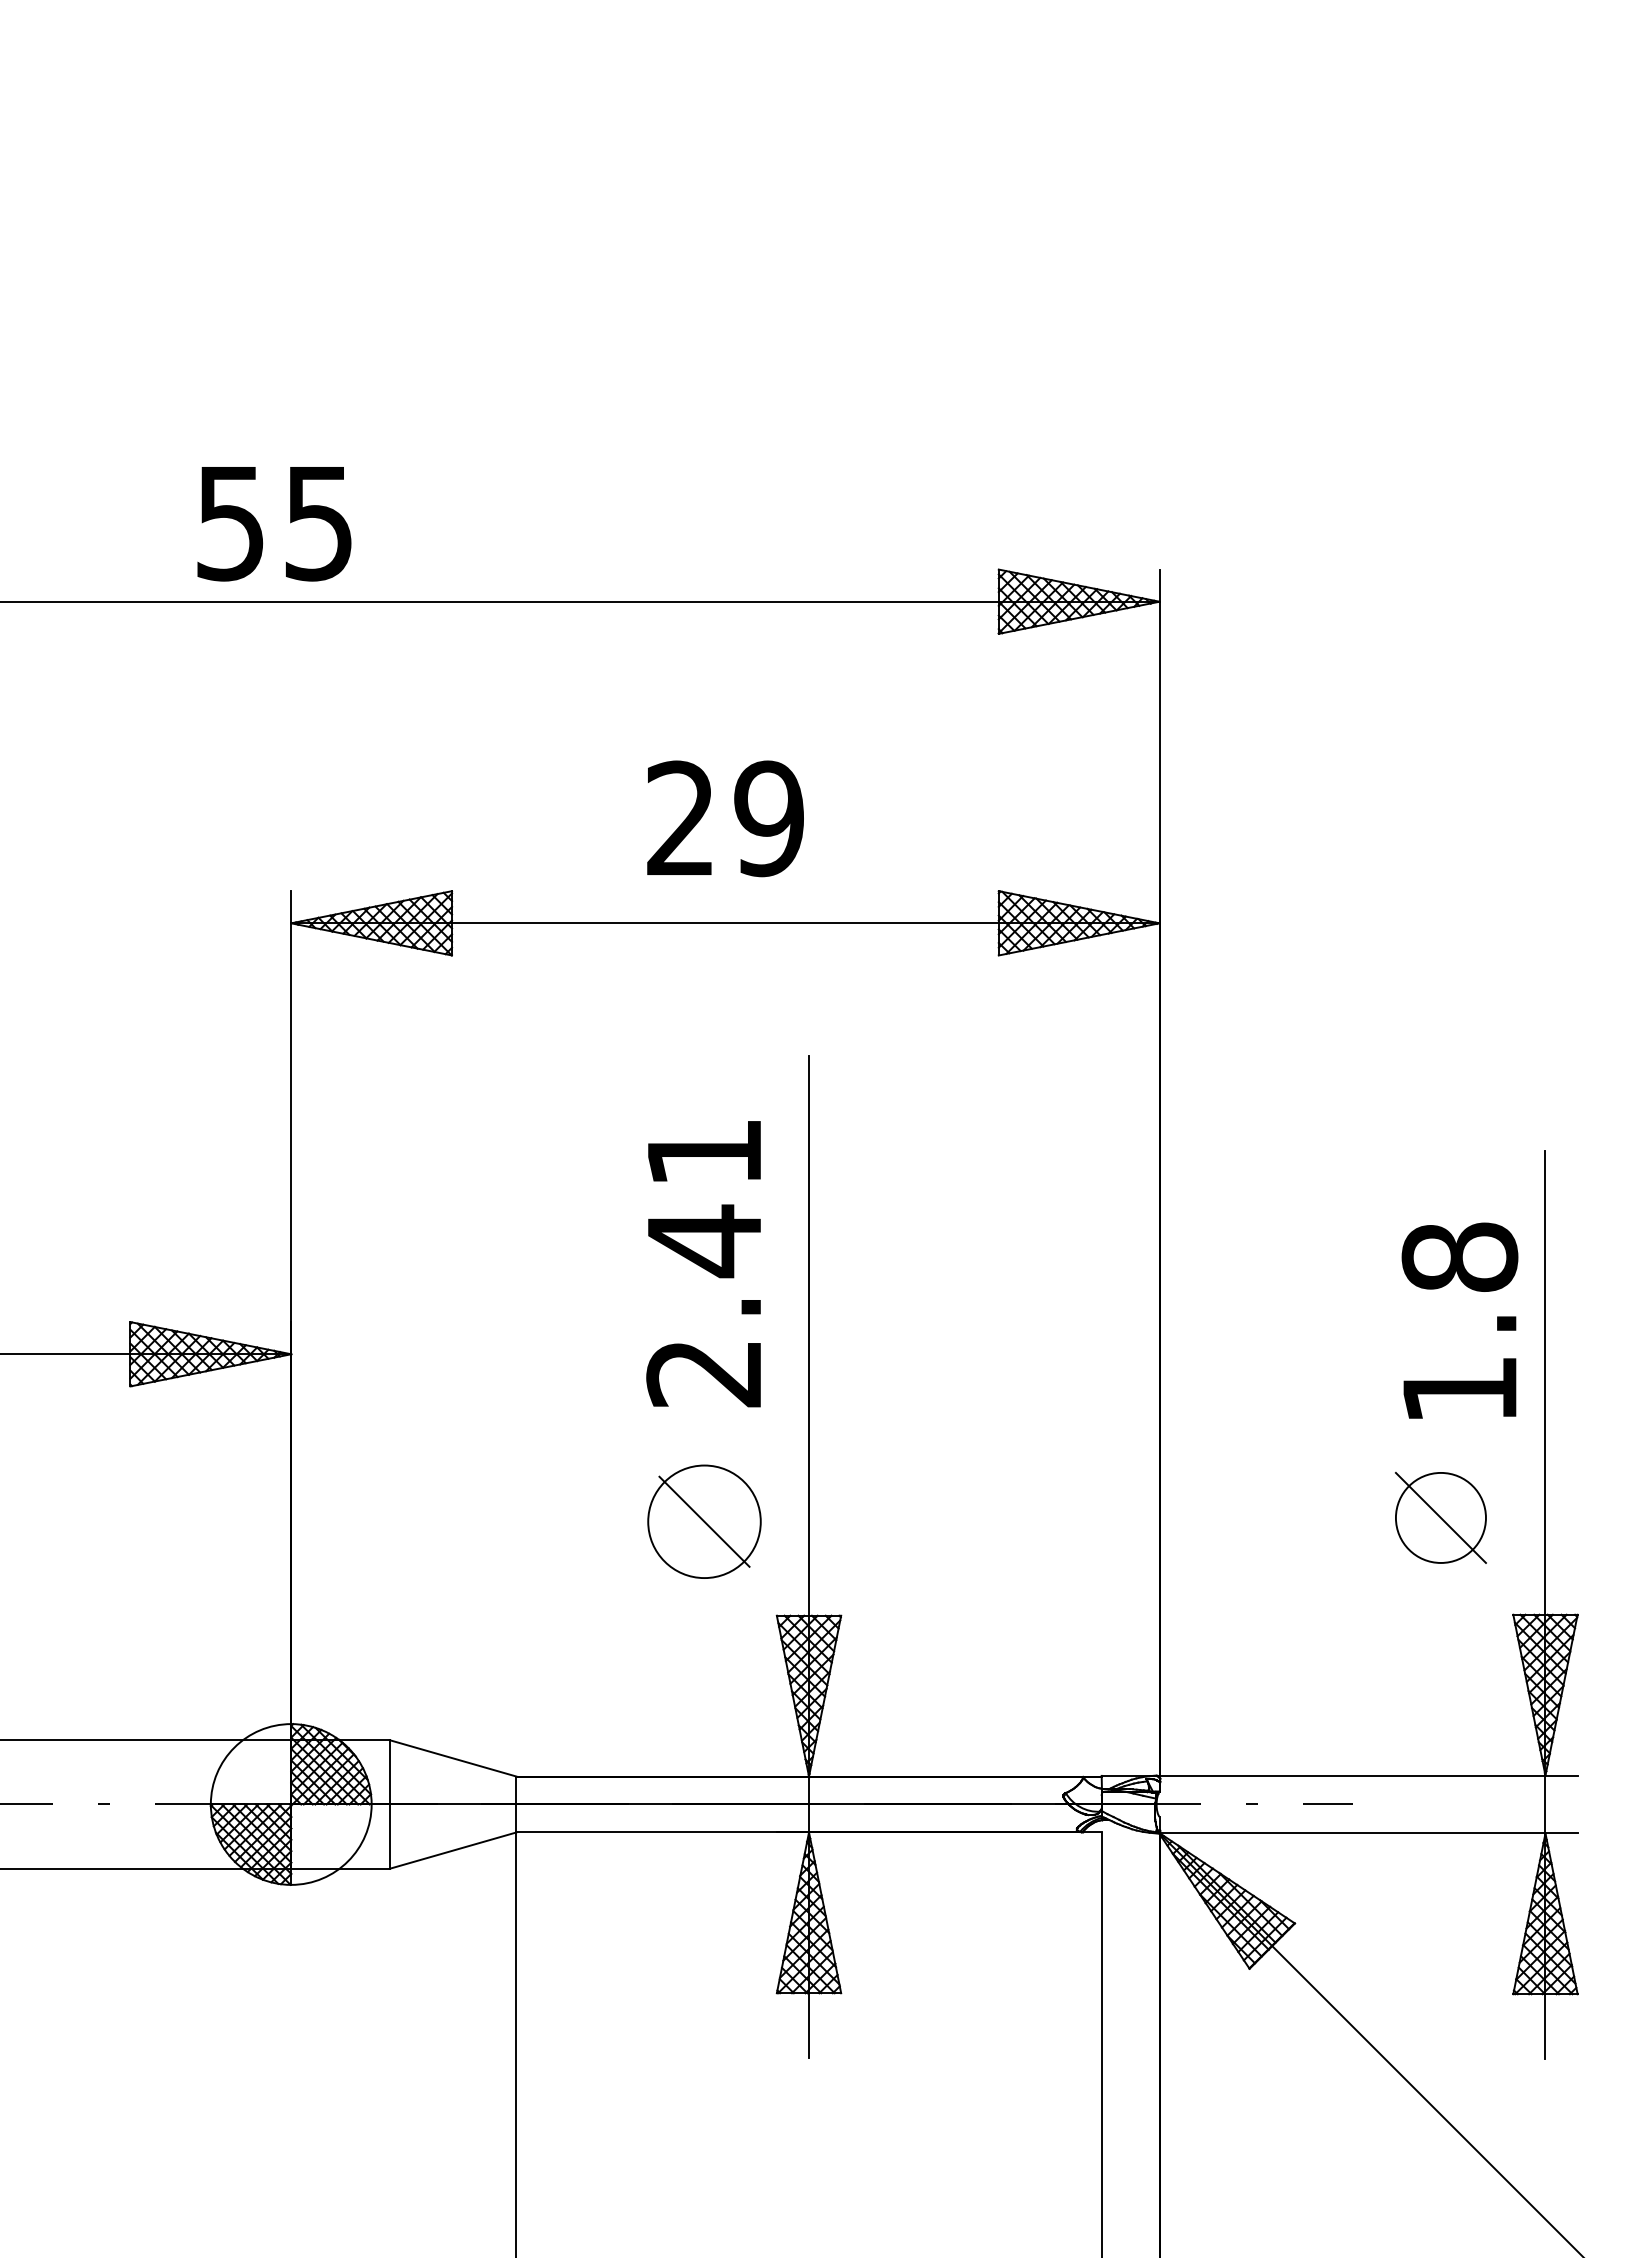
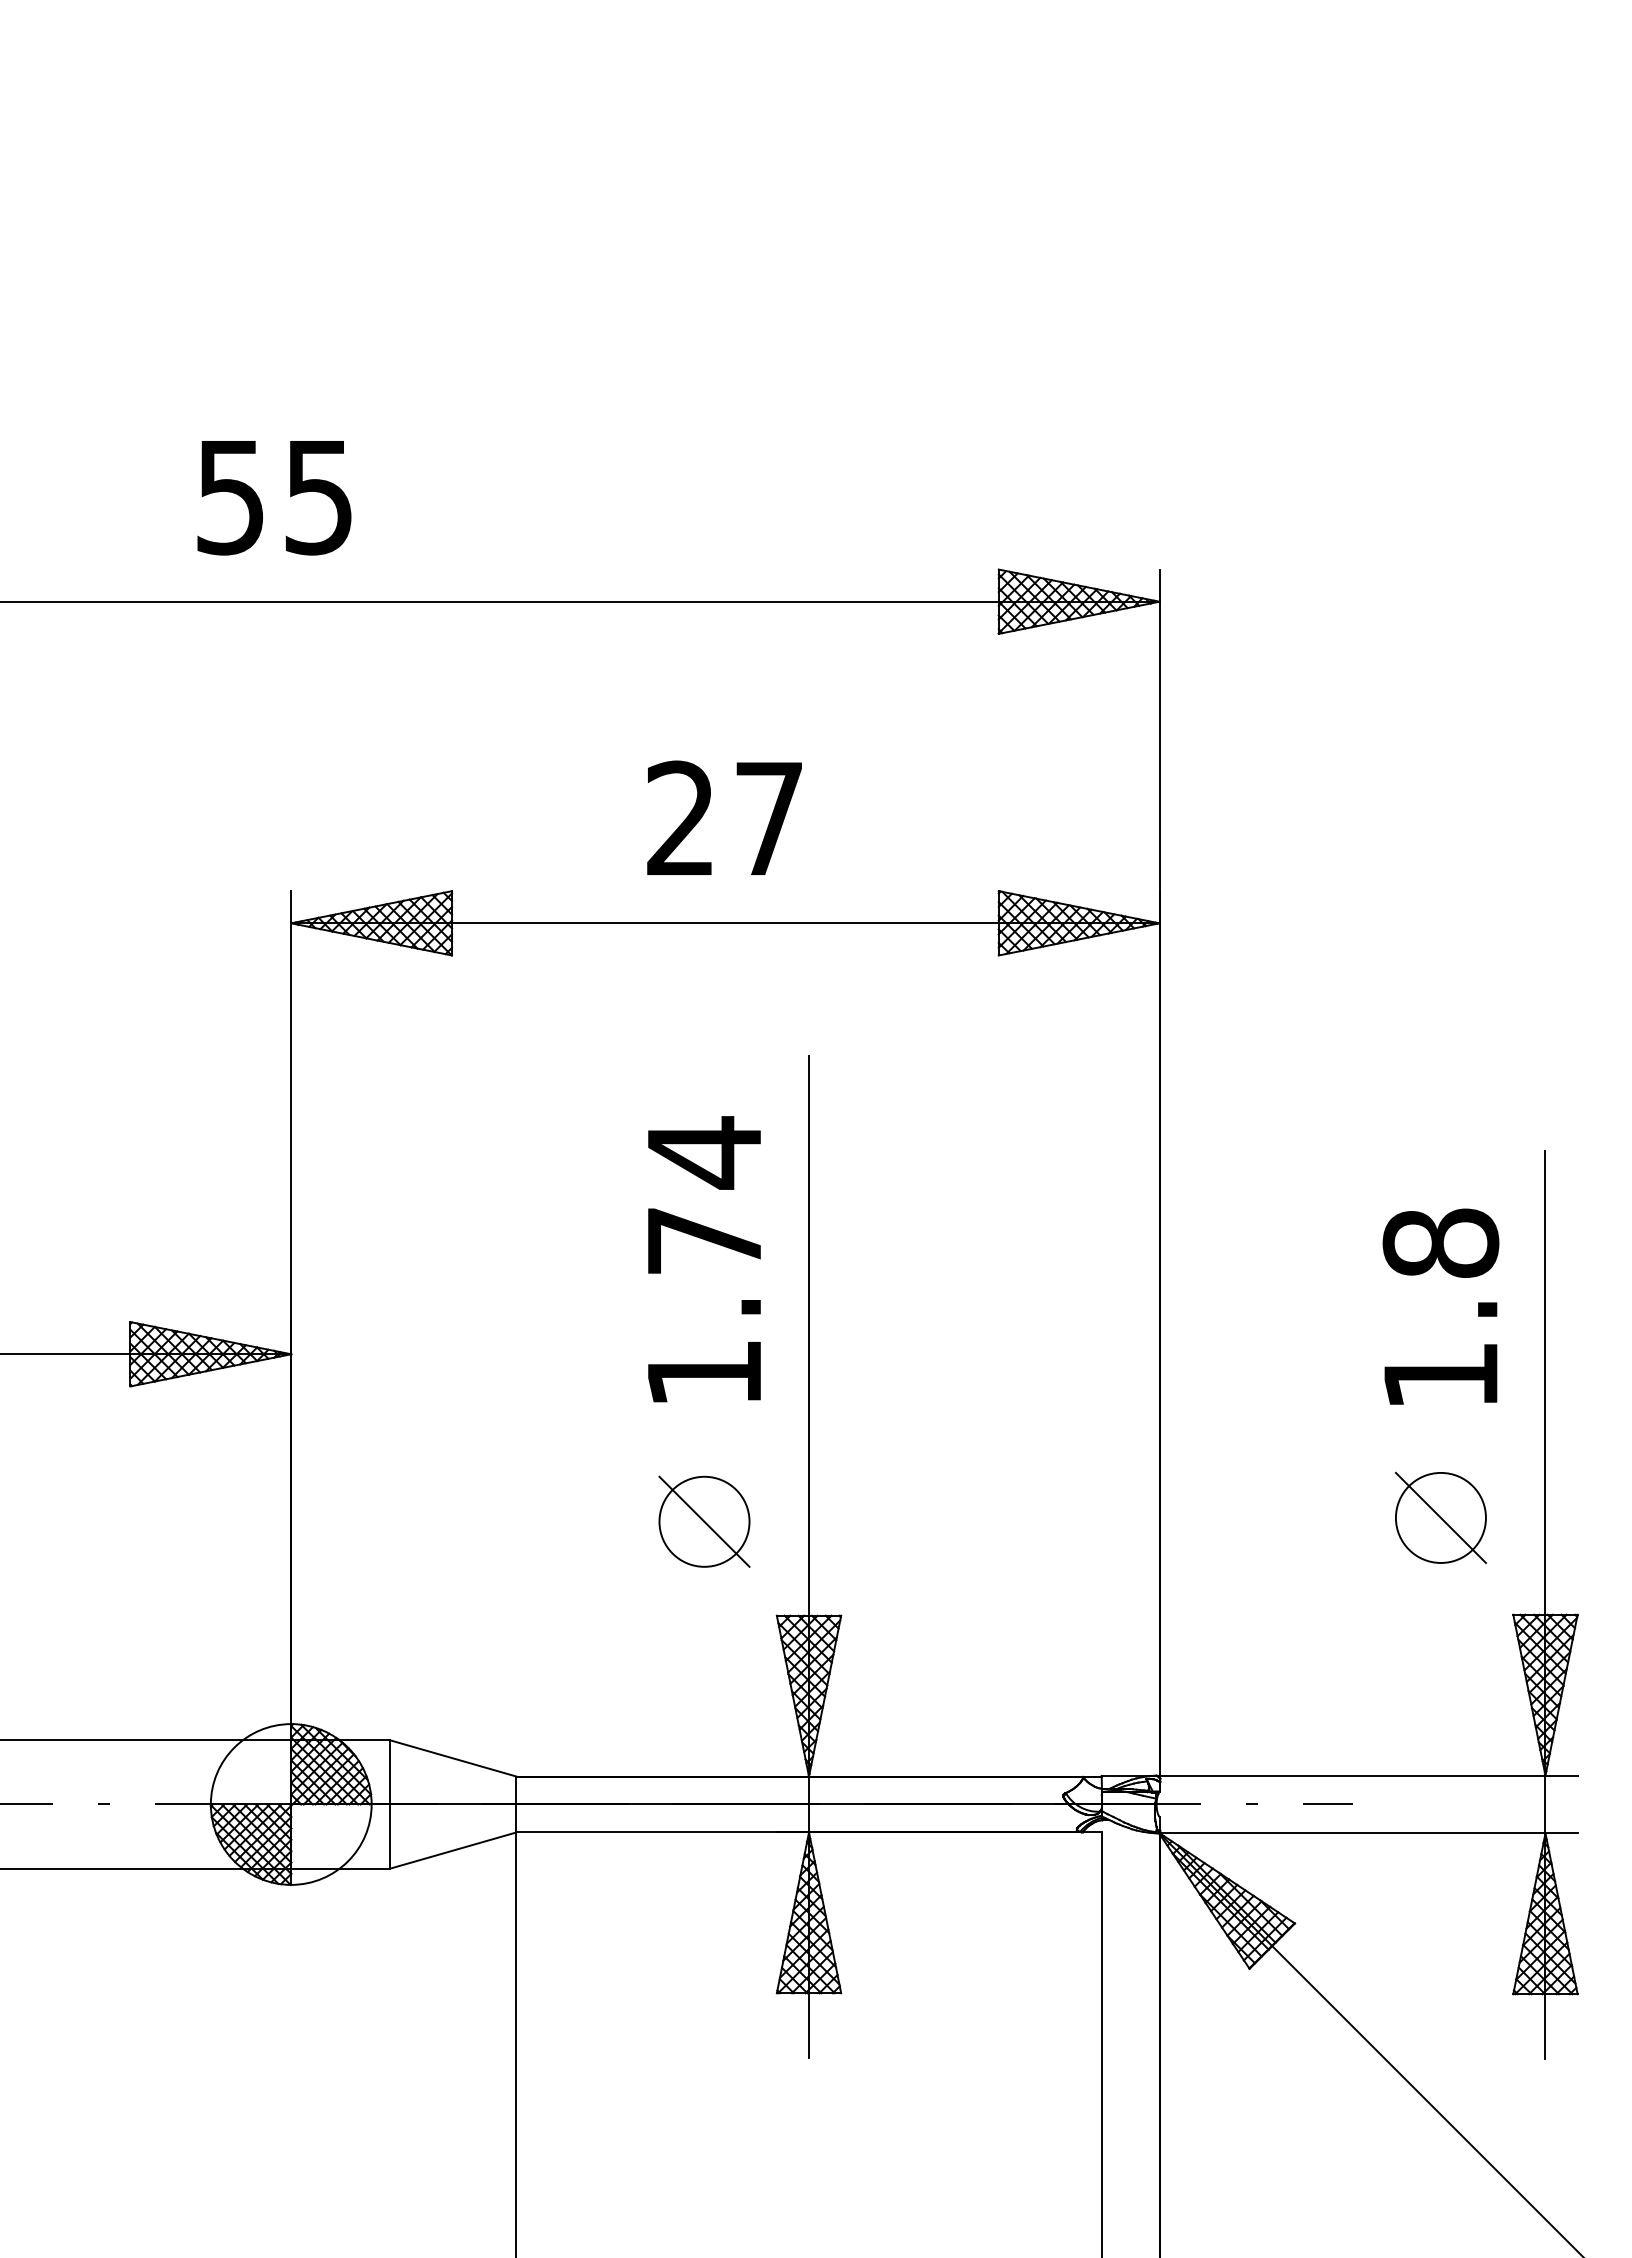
text at (274, 524) position: (274, 524) -> (274, 498)
text at (768, 818): 29 -> 27
text at (703, 1261): 2.41 -> 1.74
text at (1459, 1320) position: (1459, 1320) -> (1440, 1306)
circle at (704, 1521) diameter: 113 px -> 90 px
